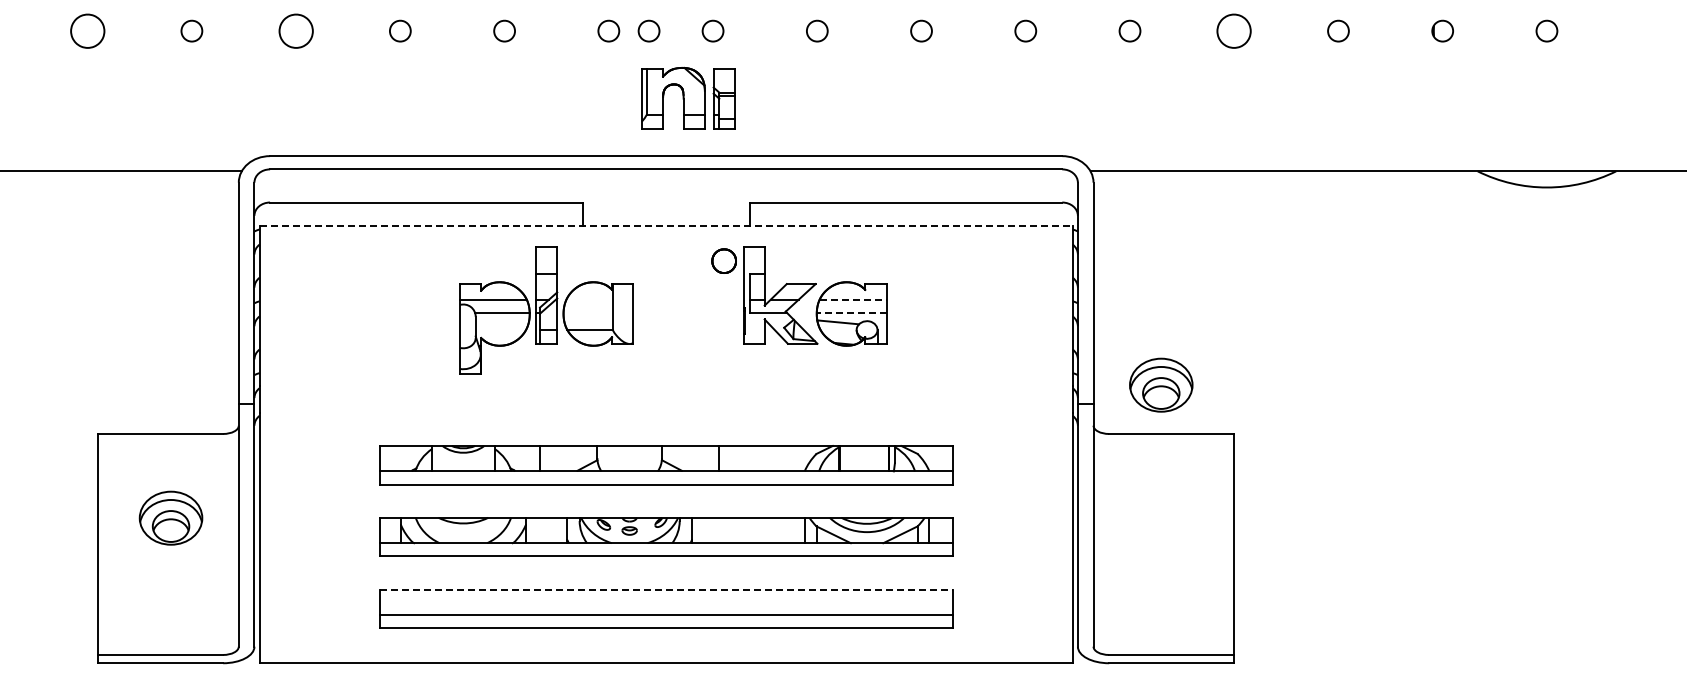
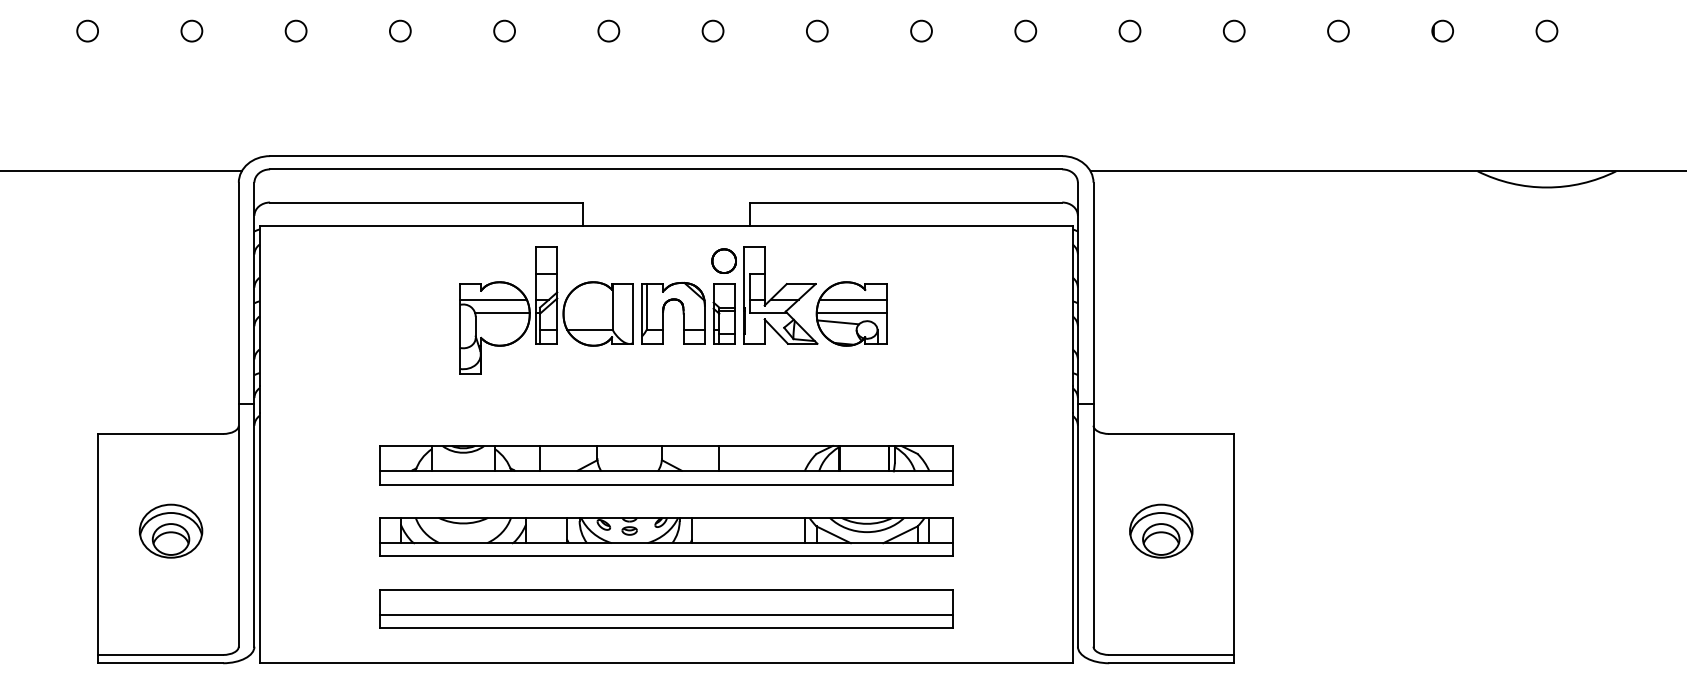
part at (87, 30) size: 36x36 px -> 23x24 px
part at (295, 30) size: 36x36 px -> 24x24 px
part at (648, 30): present -> none
part at (1233, 30) size: 36x36 px -> 23x24 px
part at (688, 97) position: (688, 97) -> (688, 312)
line at (666, 226): dashed -> solid
line at (853, 299): dashed -> solid
line at (851, 313): dashed -> solid
part at (1161, 384) position: (1161, 384) -> (1161, 530)
part at (170, 517) position: (170, 517) -> (170, 530)
line at (666, 589): dashed -> solid
